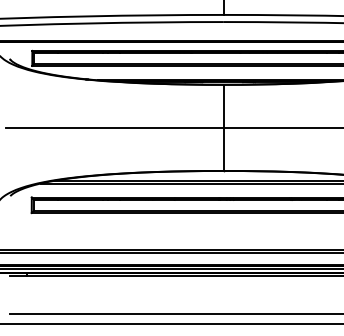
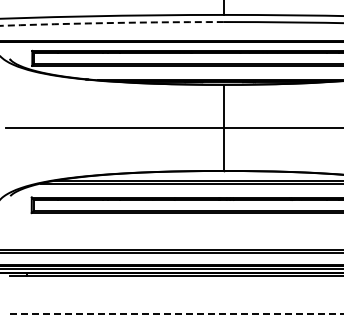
arc at (111, 23): solid -> dashed
line at (176, 314): solid -> dashed
line at (171, 324): present -> none
